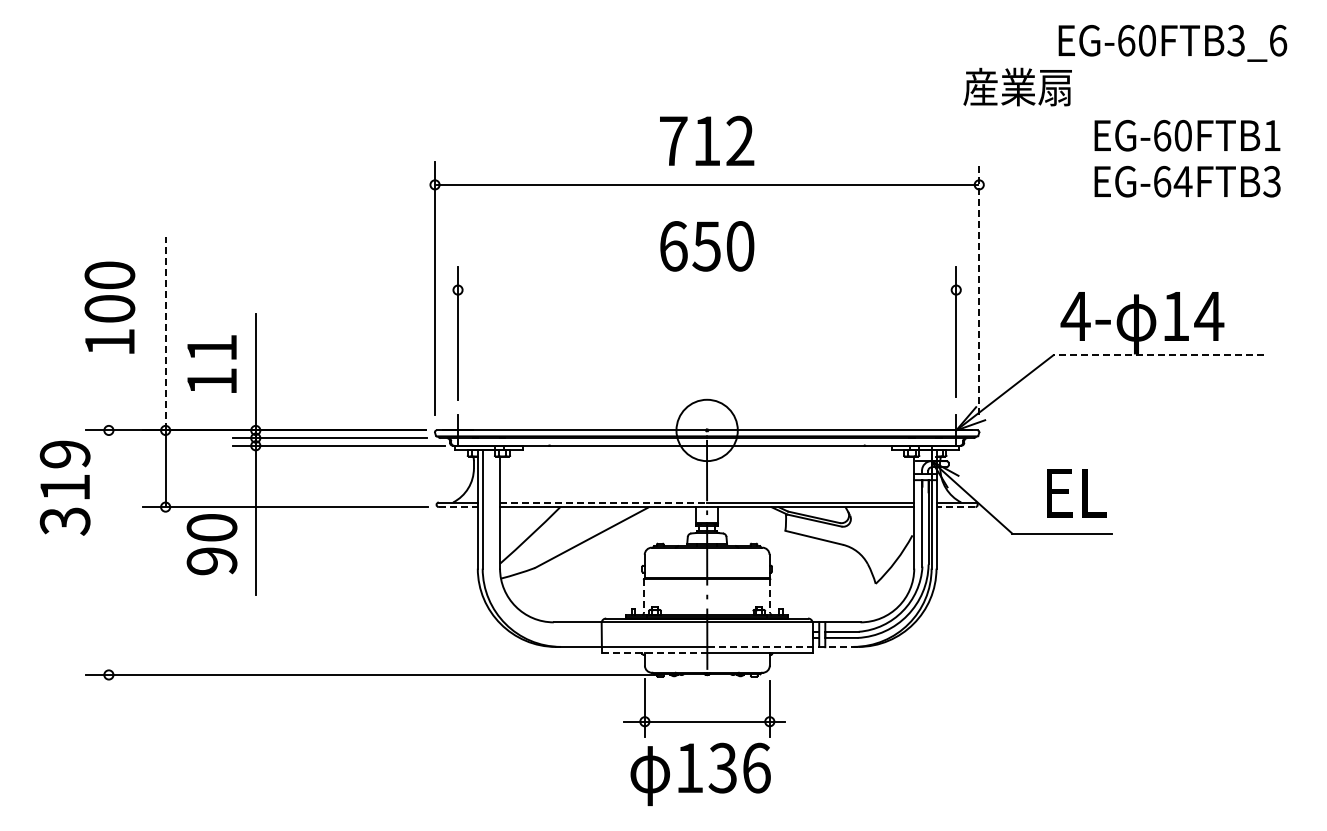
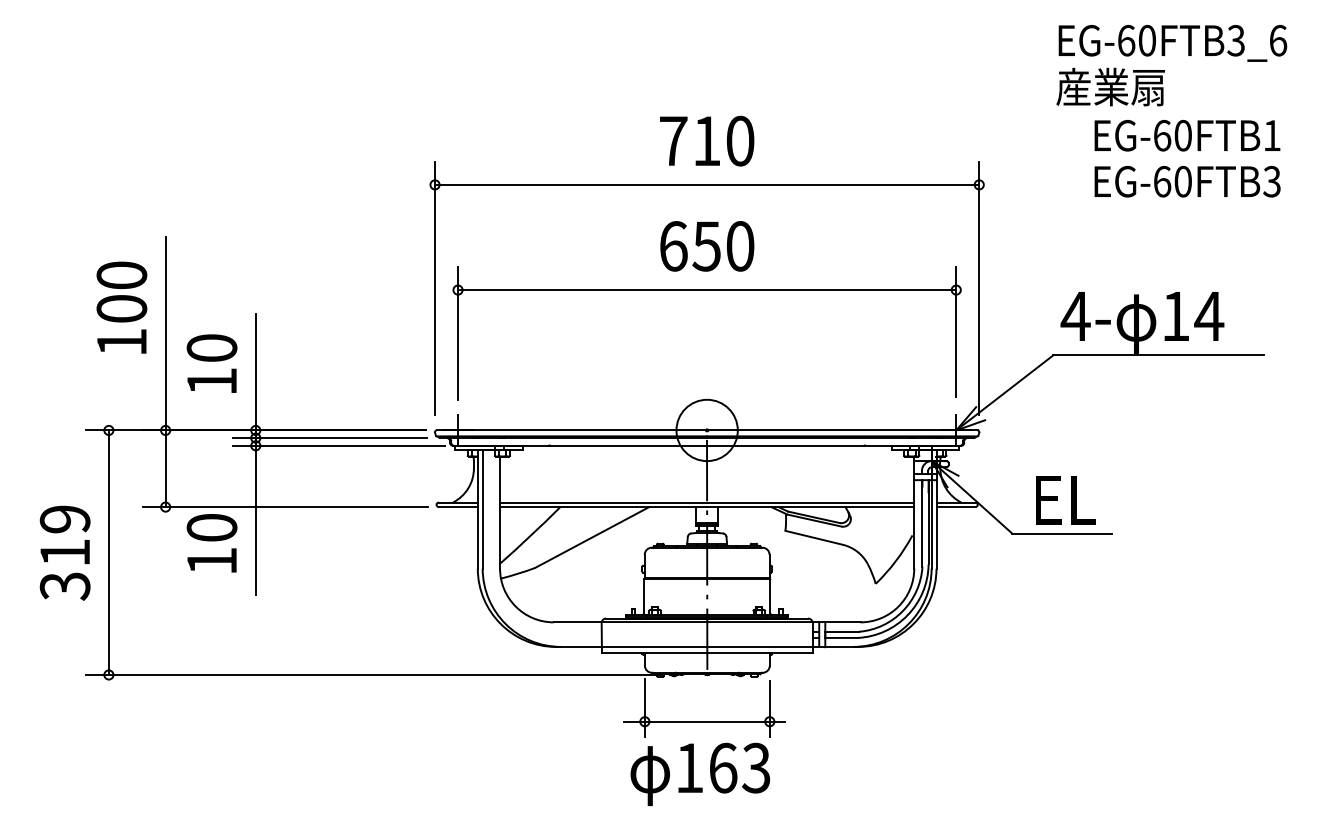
text at (1017, 86) position: (1017, 86) -> (1110, 86)
text at (740, 140): 712 -> 710
text at (1182, 181): EG-64FTB3 -> EG-60FTB3
line at (979, 288): dashed -> solid
line at (706, 290): none -> present
text at (109, 307) position: (109, 307) -> (121, 307)
line at (165, 333): dashed -> solid
text at (211, 347): 11 -> 10
line at (1158, 355): dashed -> solid
text at (64, 487) position: (64, 487) -> (64, 552)
text at (1076, 493) position: (1076, 493) -> (1065, 500)
line at (603, 502): dashed -> solid
line at (458, 507): dashed -> solid
line at (955, 507): dashed -> solid
line at (108, 552): none -> present
text at (211, 561): 90 -> 10
line at (643, 596): dashed -> solid
line at (770, 596): dashed -> solid
line at (782, 646): dashed -> solid
line at (654, 653): dashed -> solid
text at (739, 767): 136 -> 163
